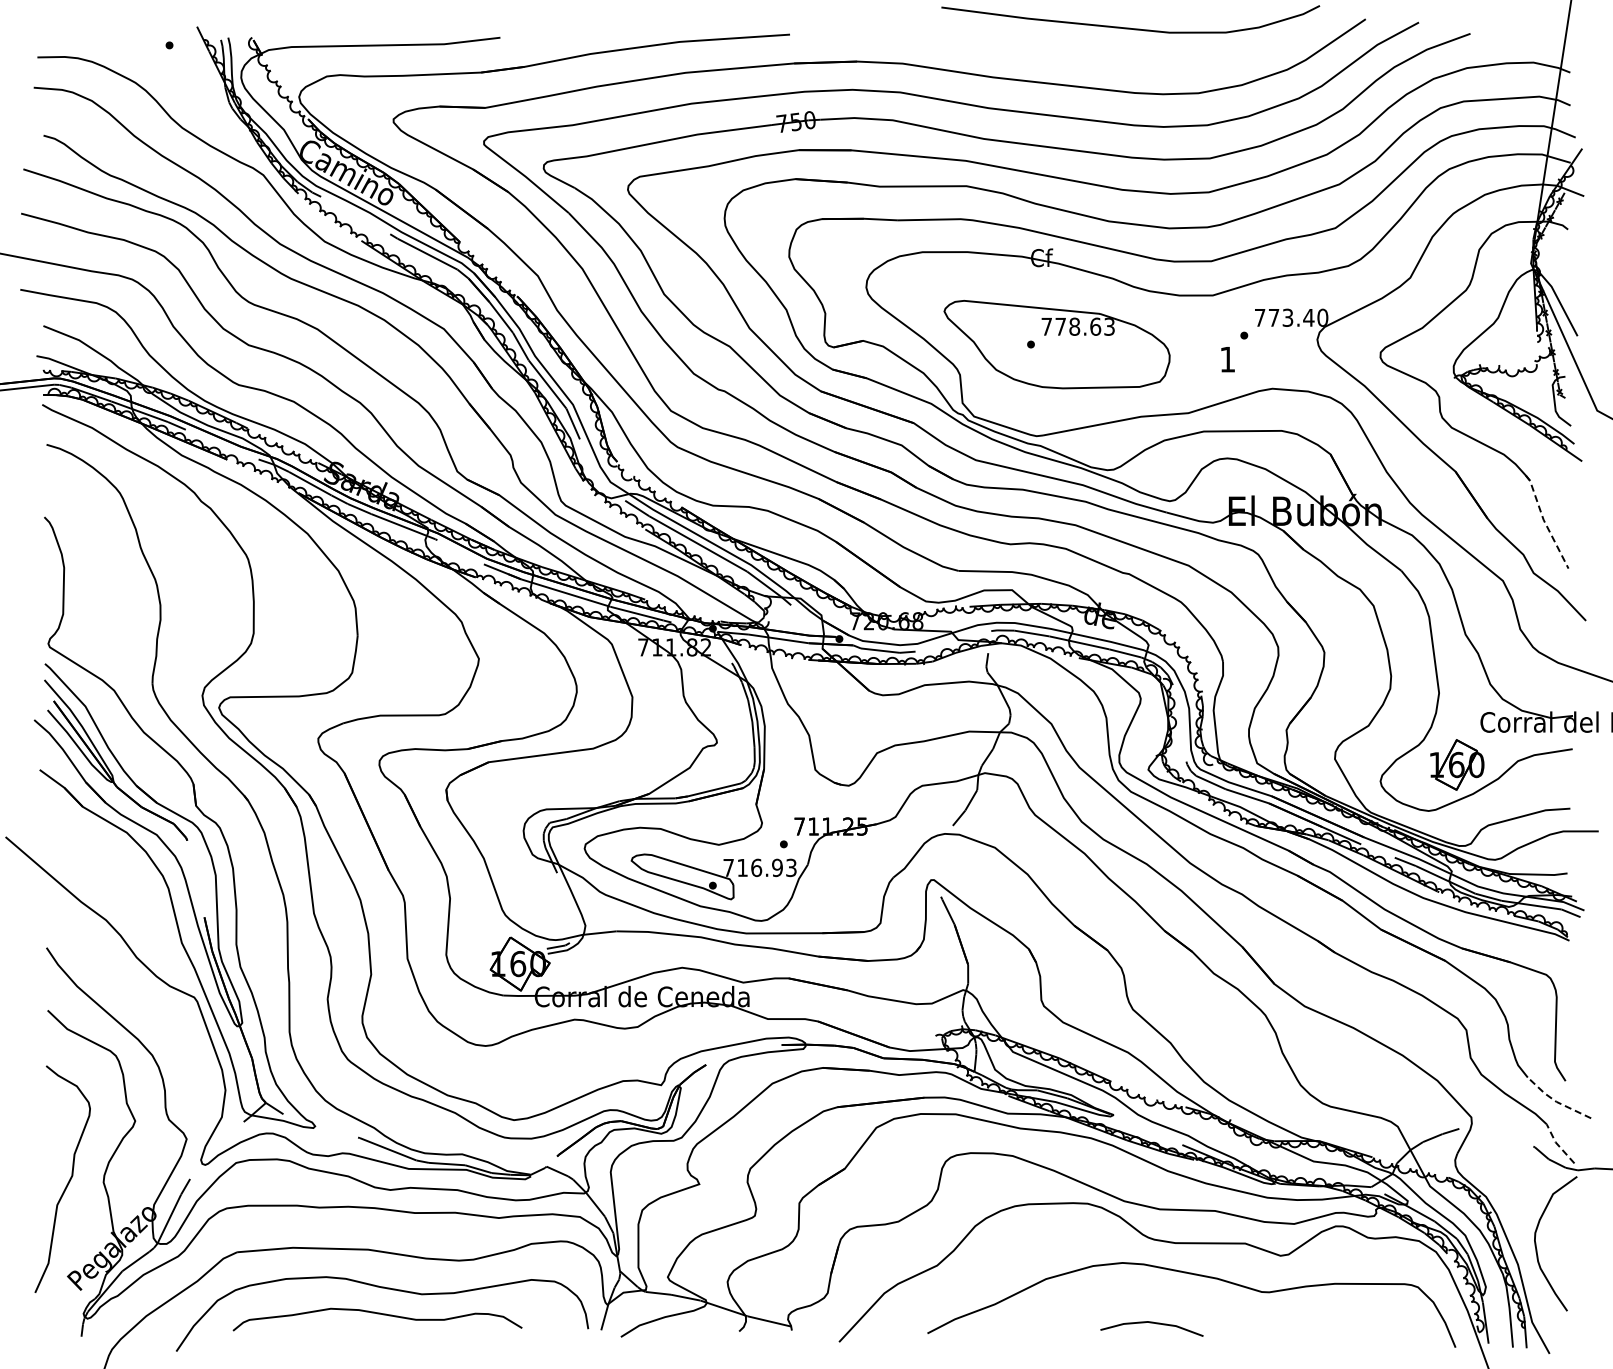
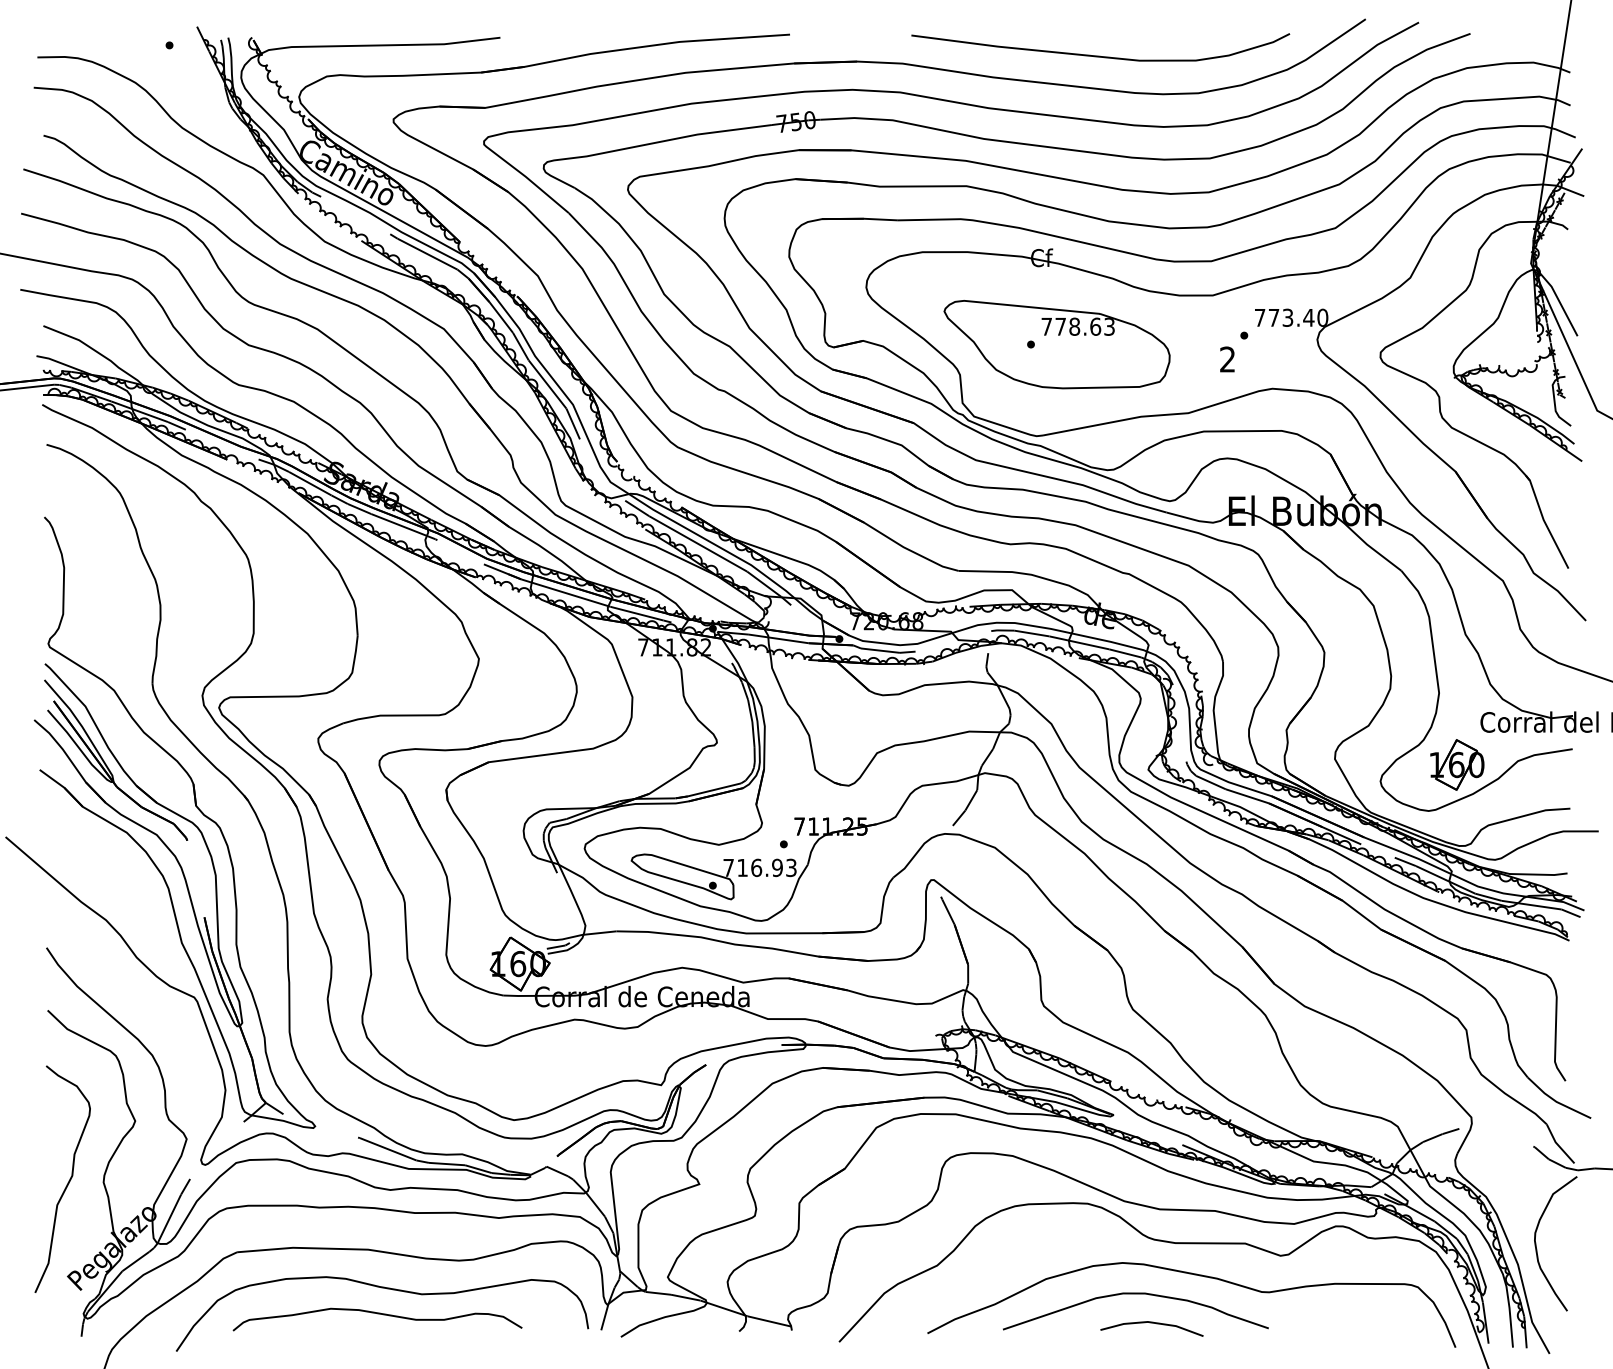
curve at (1130, 27) position: (1130, 27) -> (1100, 55)
text at (1227, 359): 1 -> 2
line at (1544, 521): dashed -> solid
line at (1556, 1101): dashed -> solid
line at (1558, 1145): dashed -> solid
curve at (1135, 1294): none -> present
